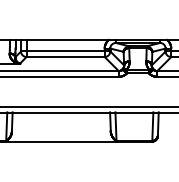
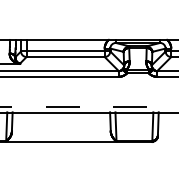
line at (89, 107): solid -> dashed
